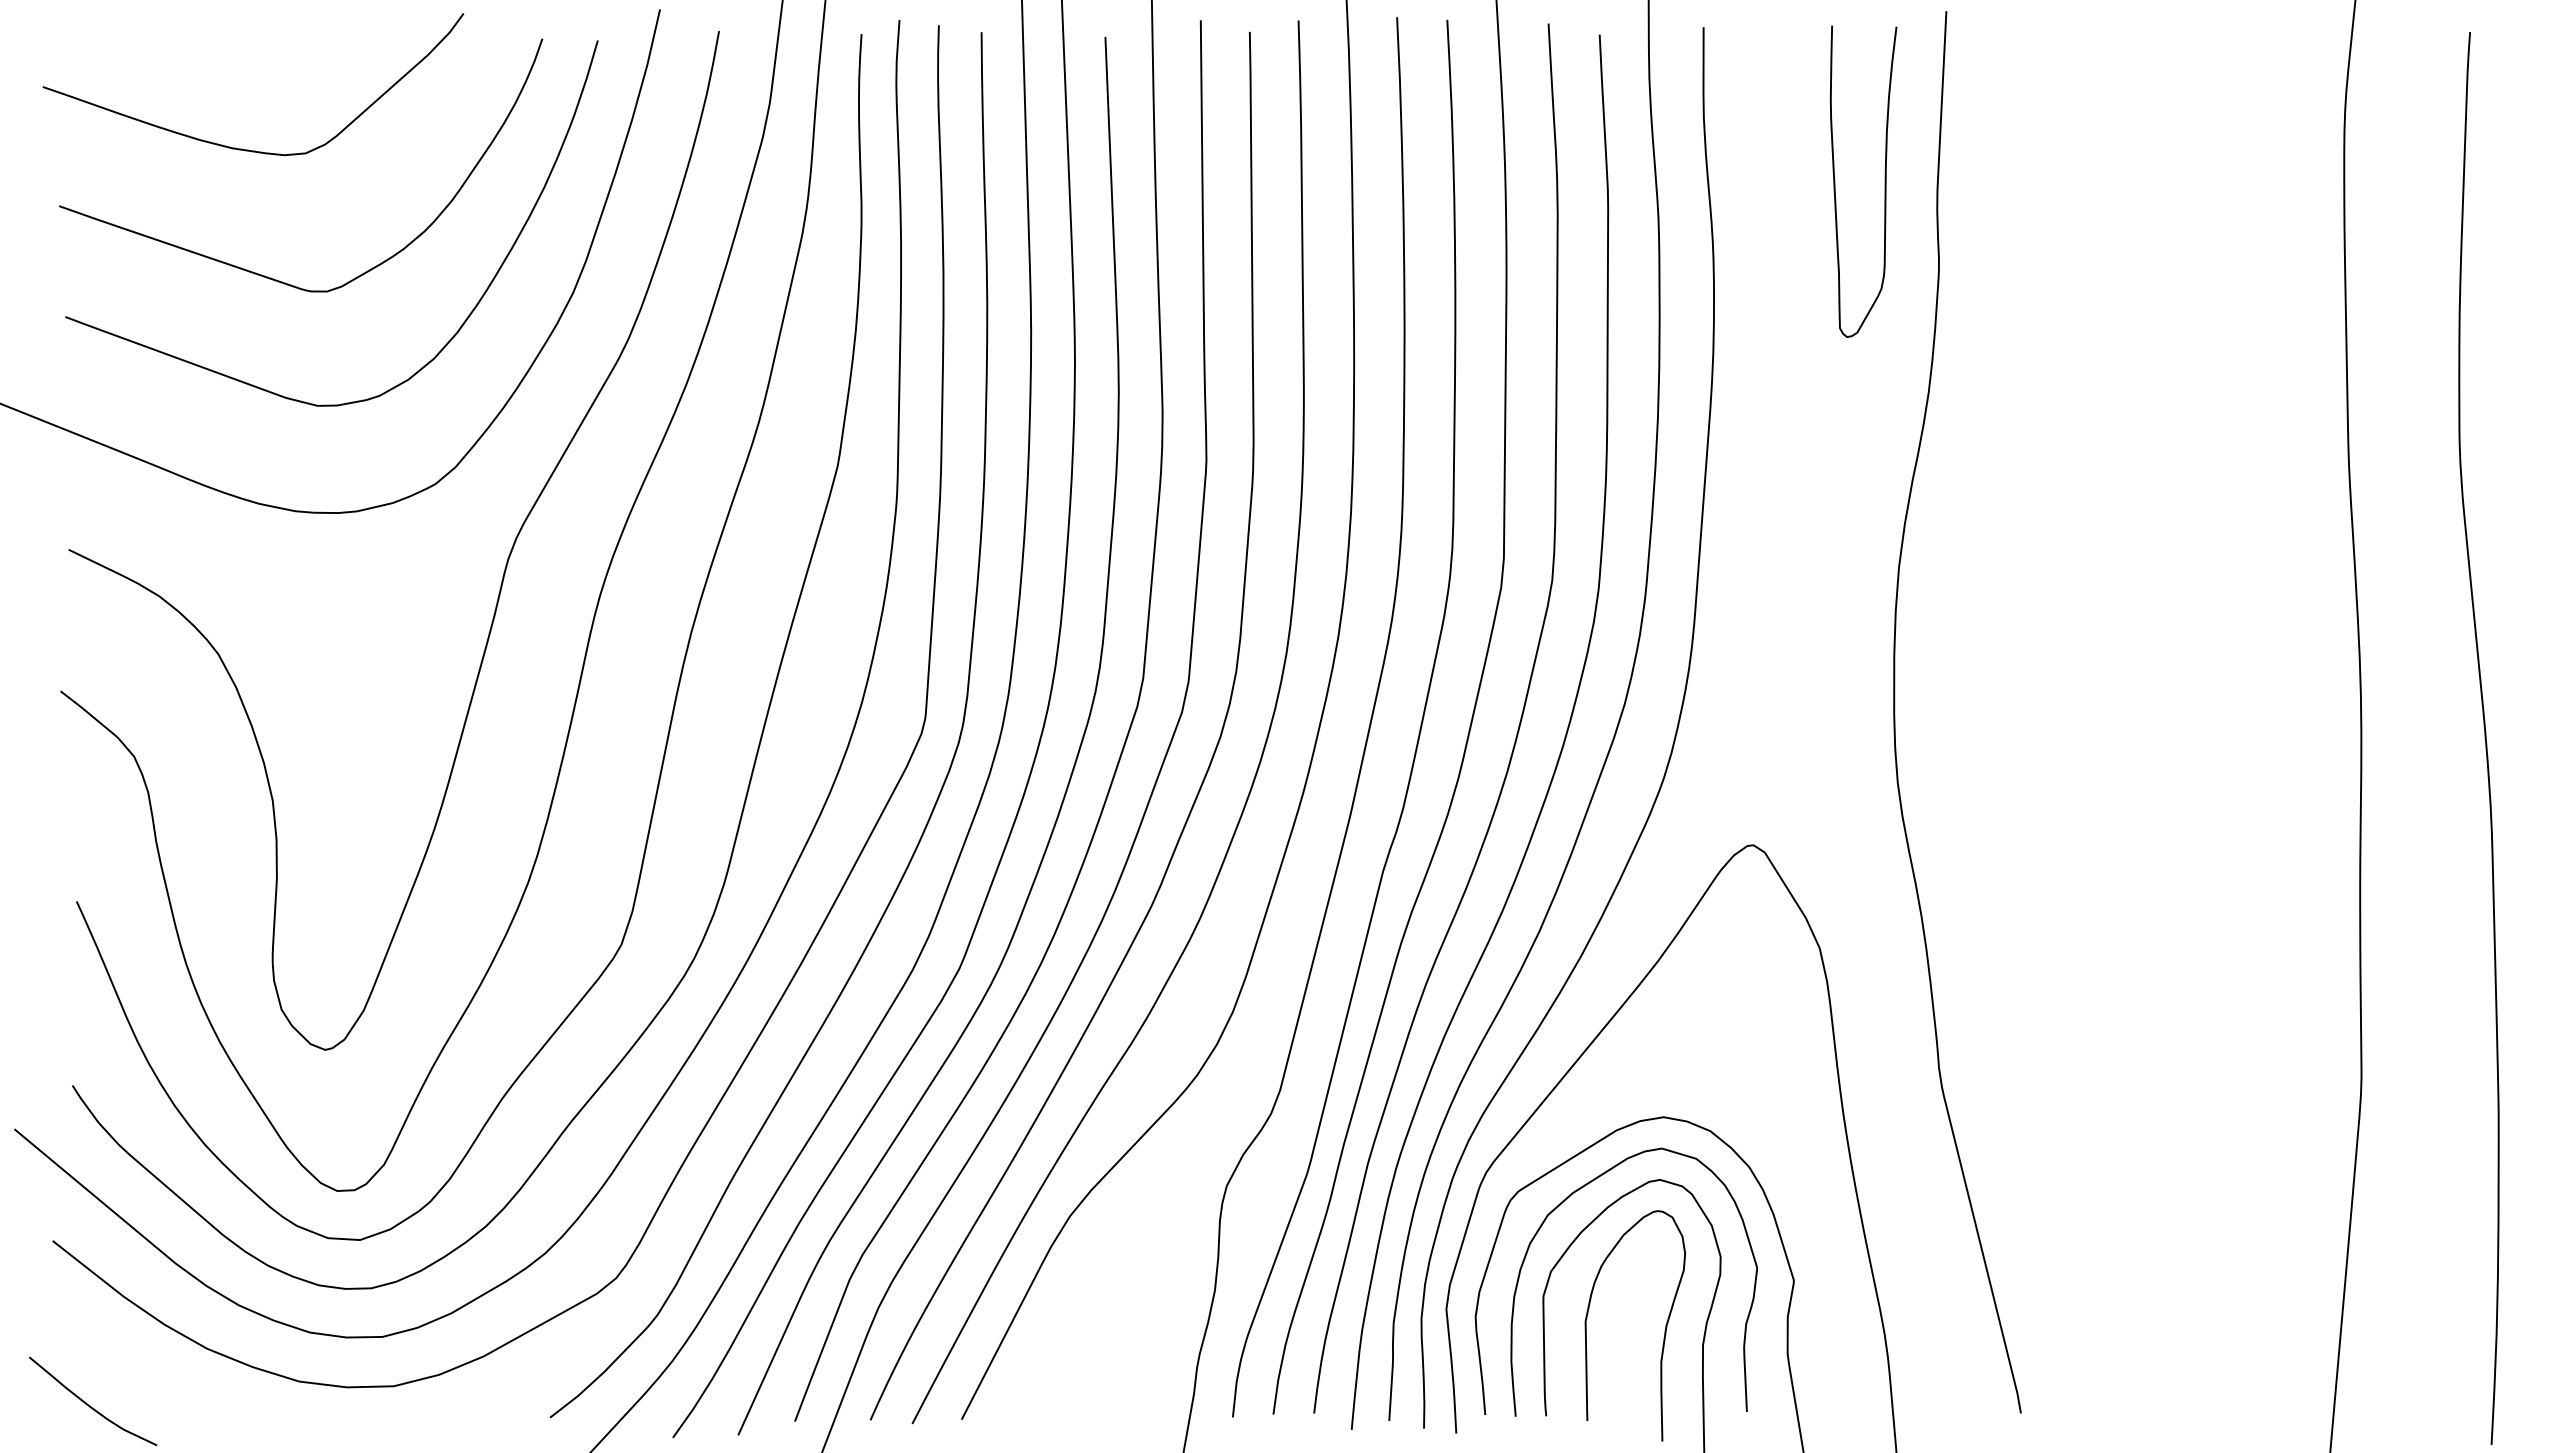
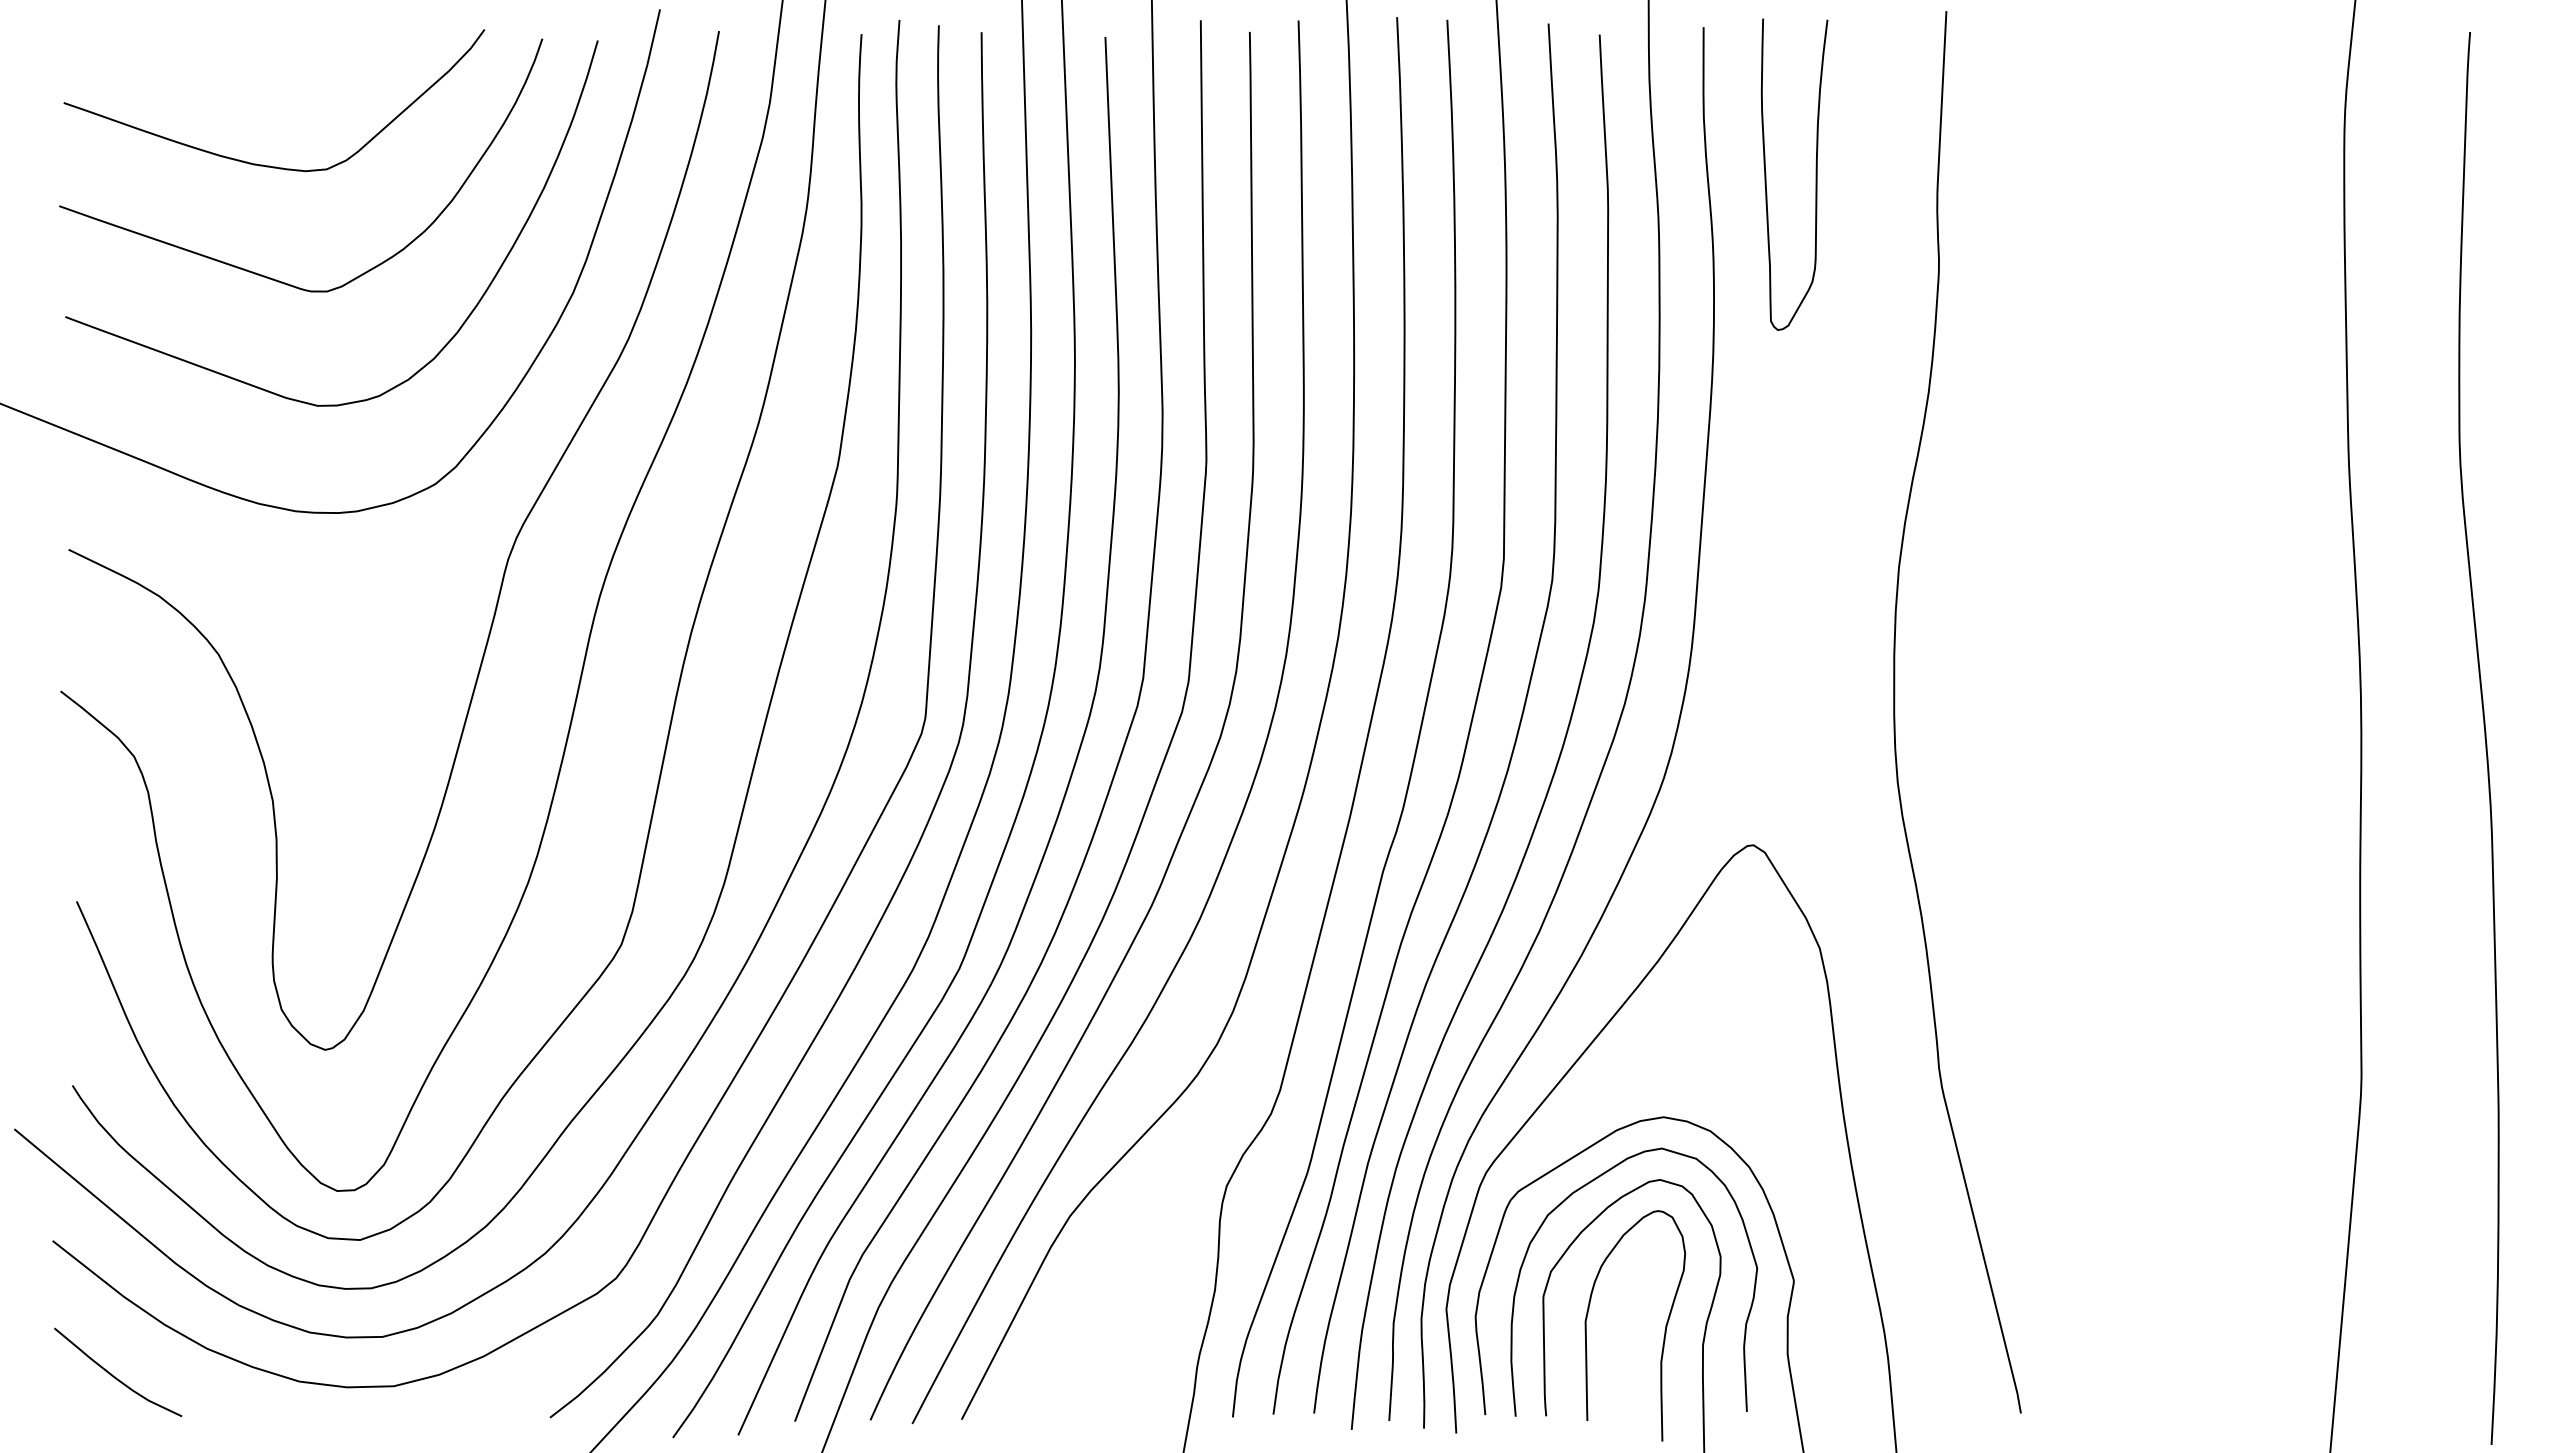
curve at (242, 148) position: (242, 148) -> (263, 164)
curve at (1884, 181) position: (1884, 181) -> (1815, 174)
curve at (90, 1405) position: (90, 1405) -> (115, 1376)
